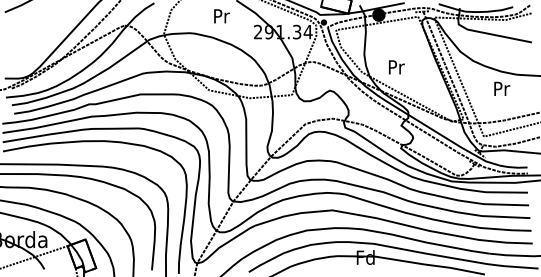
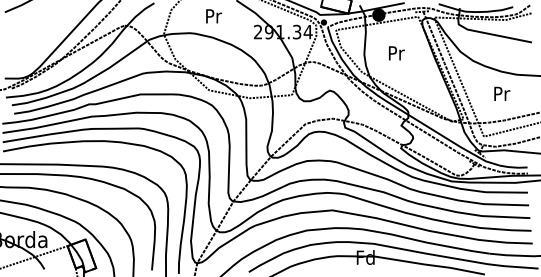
text at (222, 16) position: (222, 16) -> (214, 16)
text at (396, 67) position: (396, 67) -> (396, 53)
text at (502, 88) position: (502, 88) -> (502, 93)
